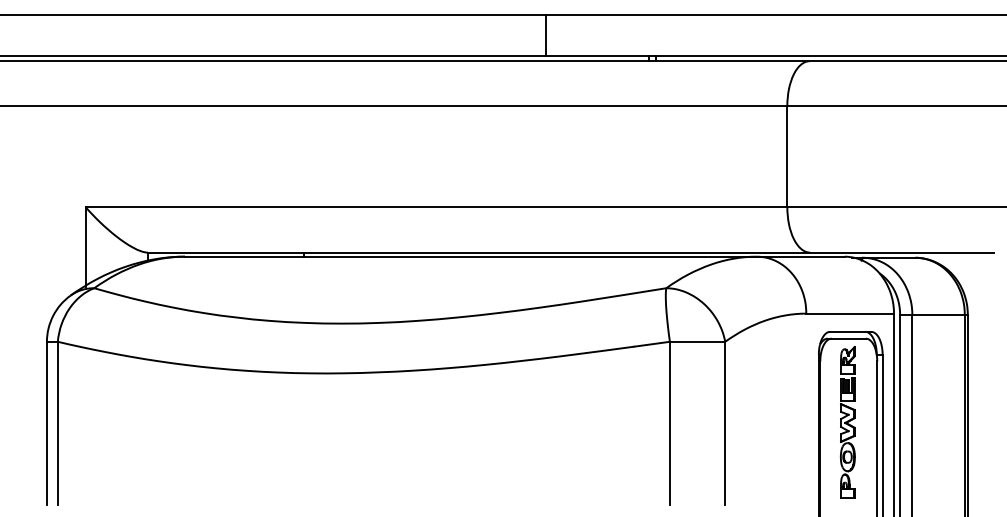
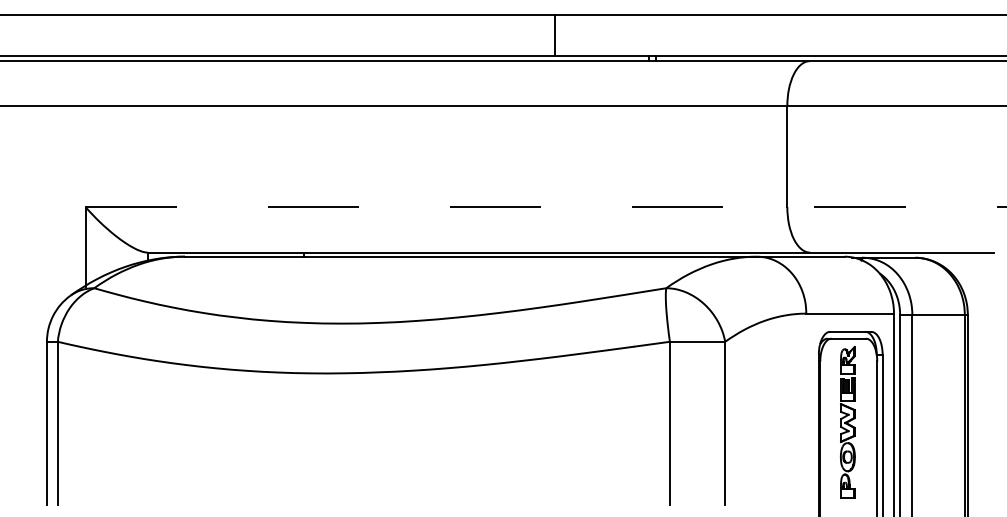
line at (546, 35) position: (546, 35) -> (555, 35)
line at (546, 207): solid -> dashed
